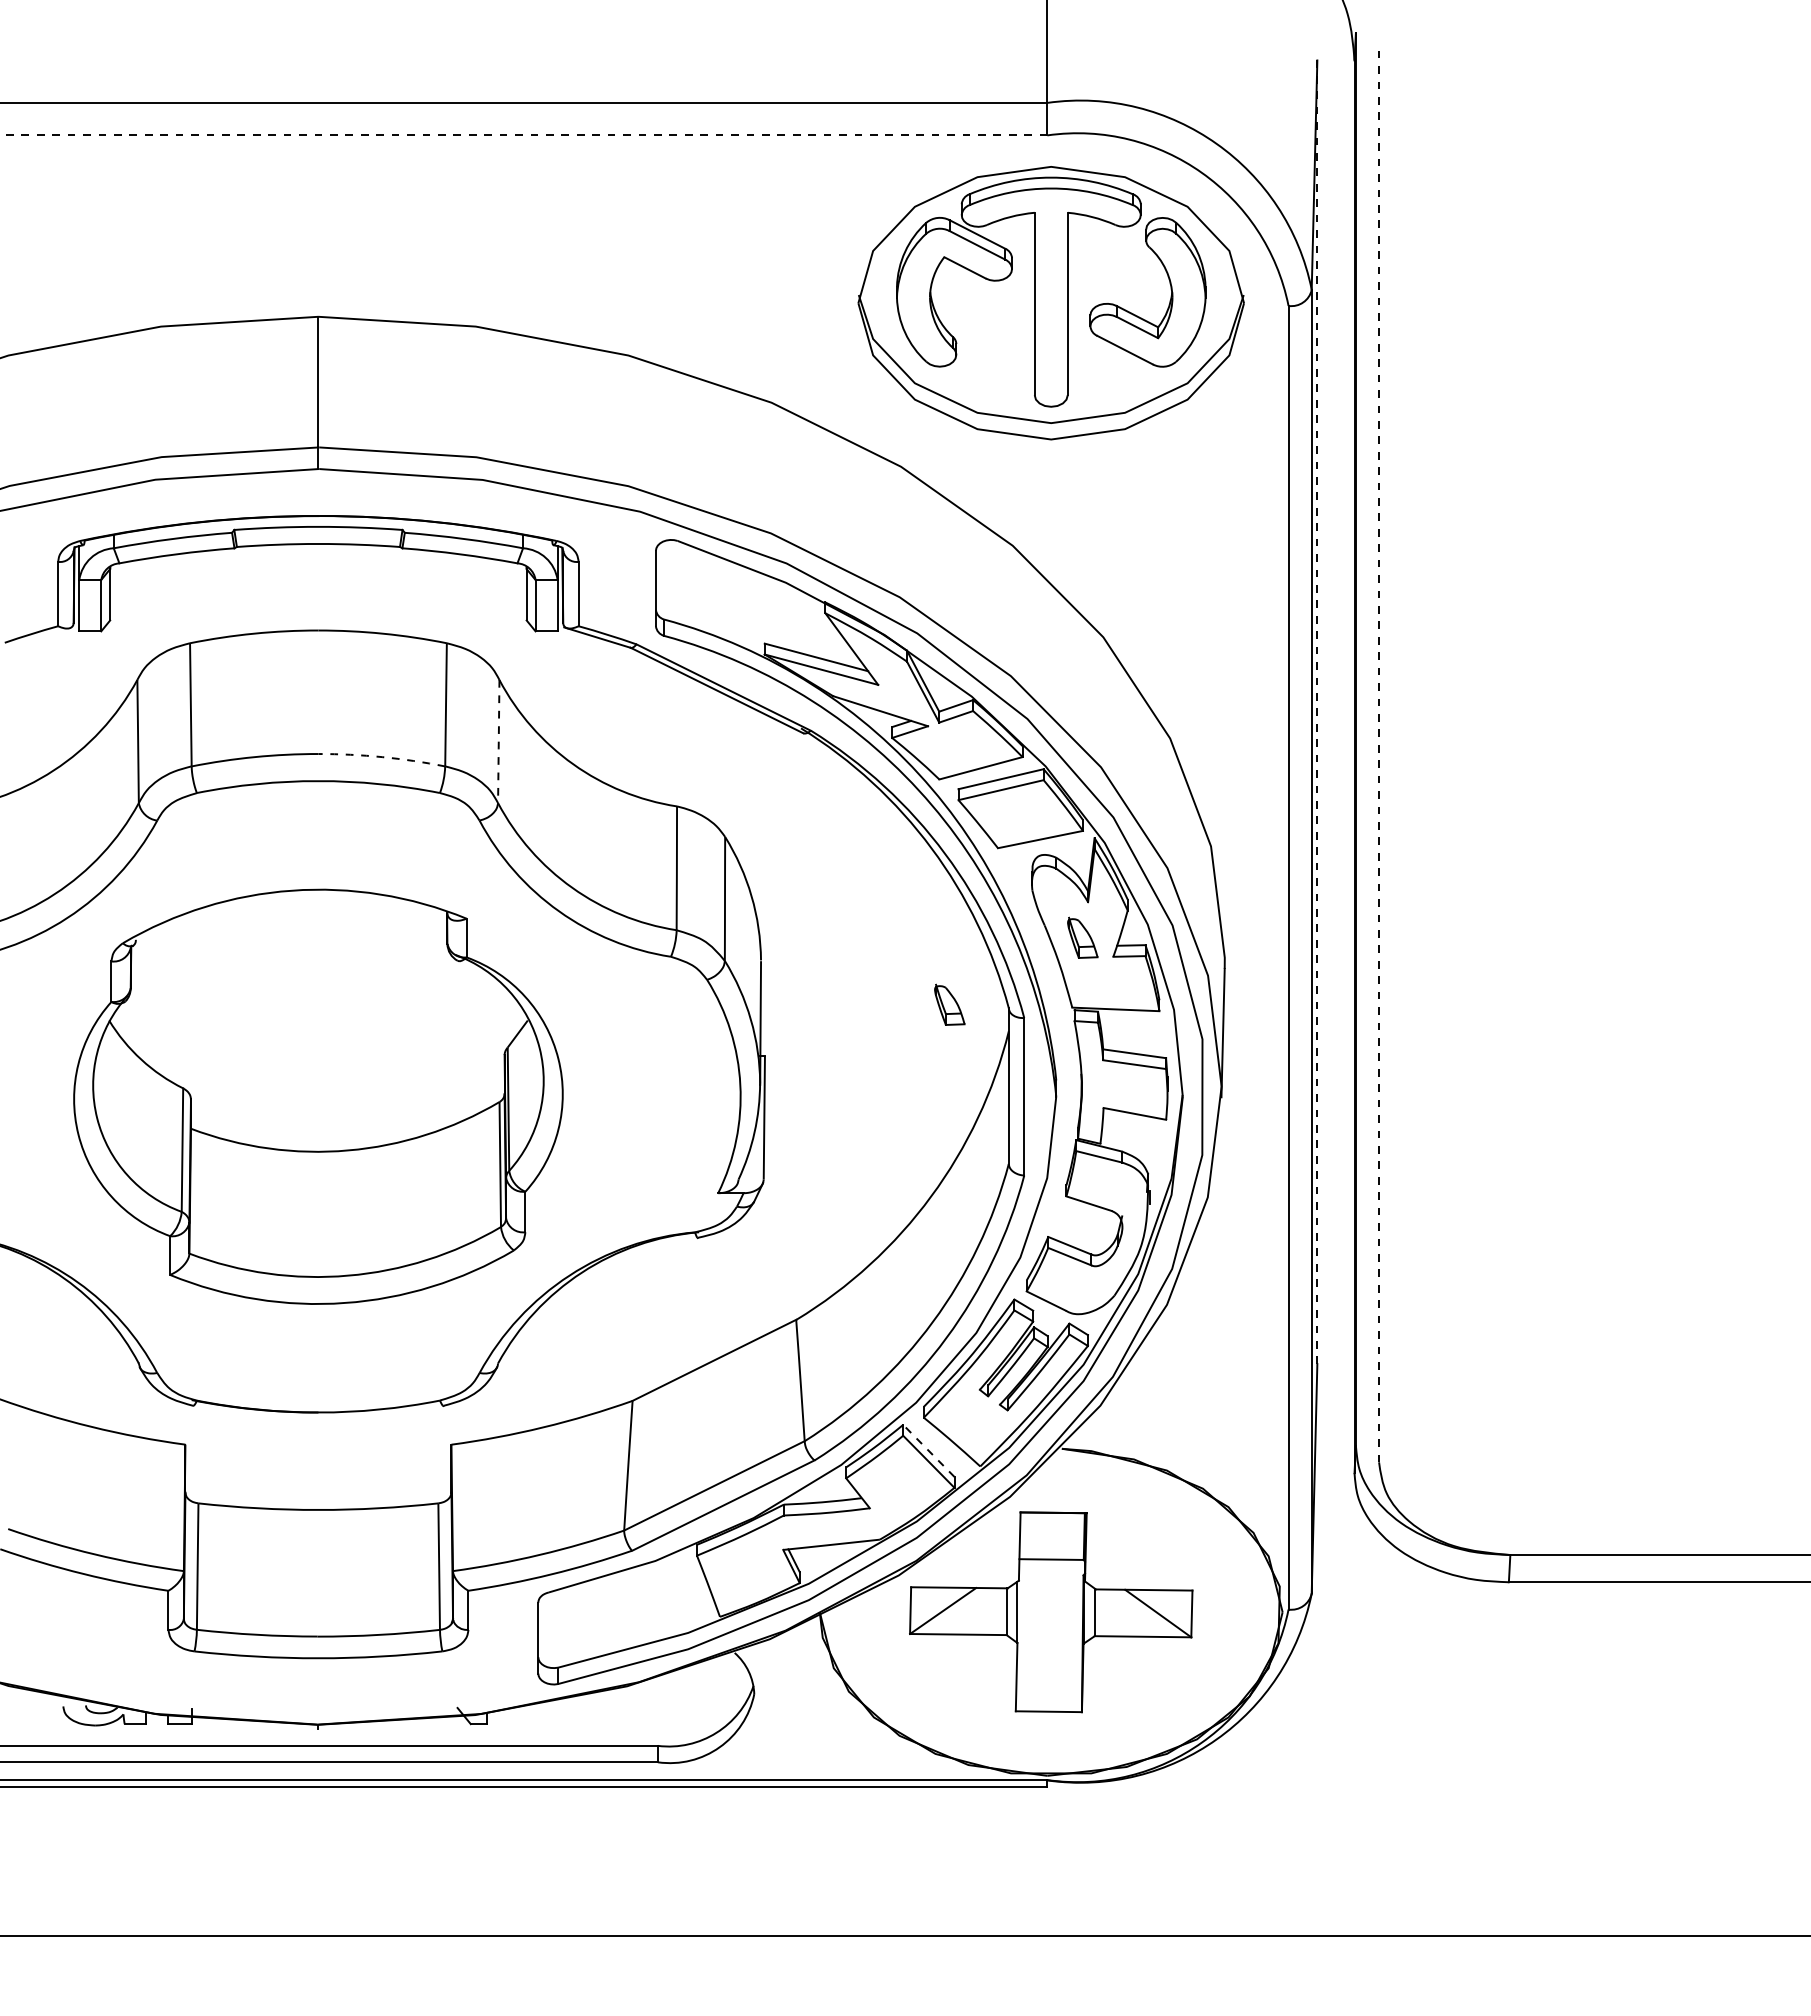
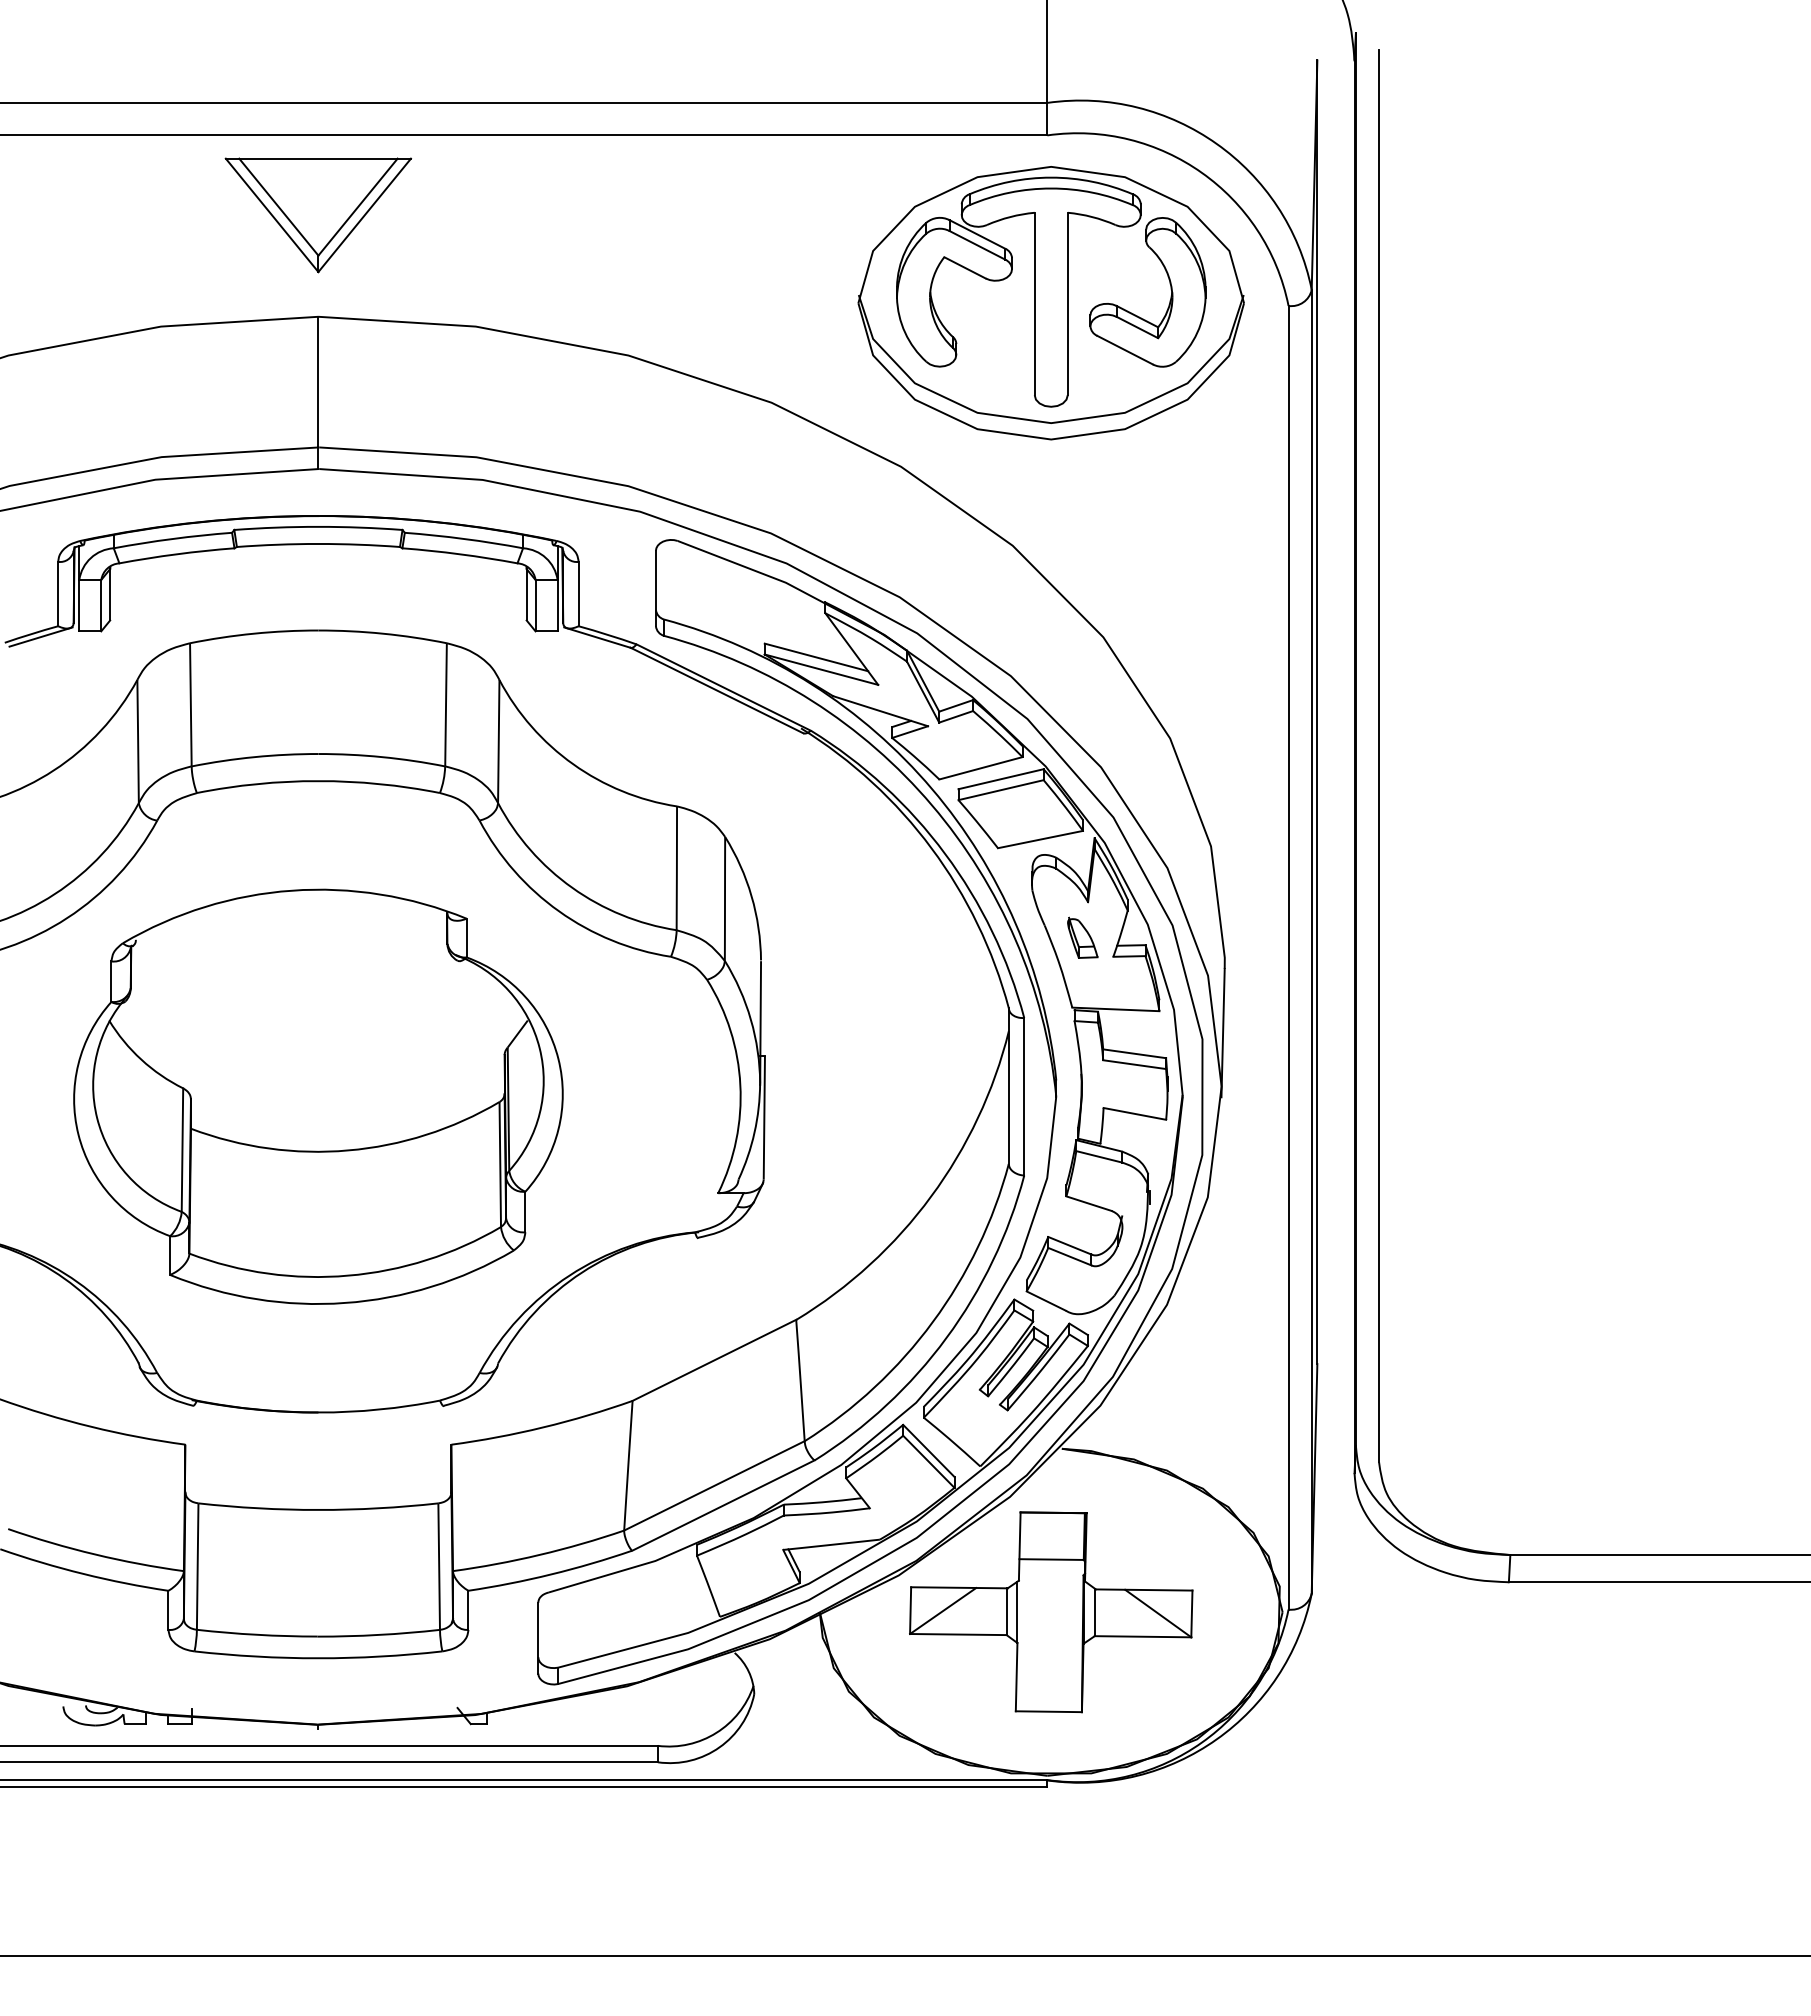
line at (523, 135): dashed -> solid
part at (318, 215): none -> present
line at (40, 636): none -> present
line at (1317, 712): dashed -> solid
line at (498, 742): dashed -> solid
line at (1379, 755): dashed -> solid
arc at (382, 757): dashed -> solid
part at (949, 1004): present -> none
line at (928, 1450): dashed -> solid
line at (904, 1935) position: (904, 1935) -> (904, 1955)
